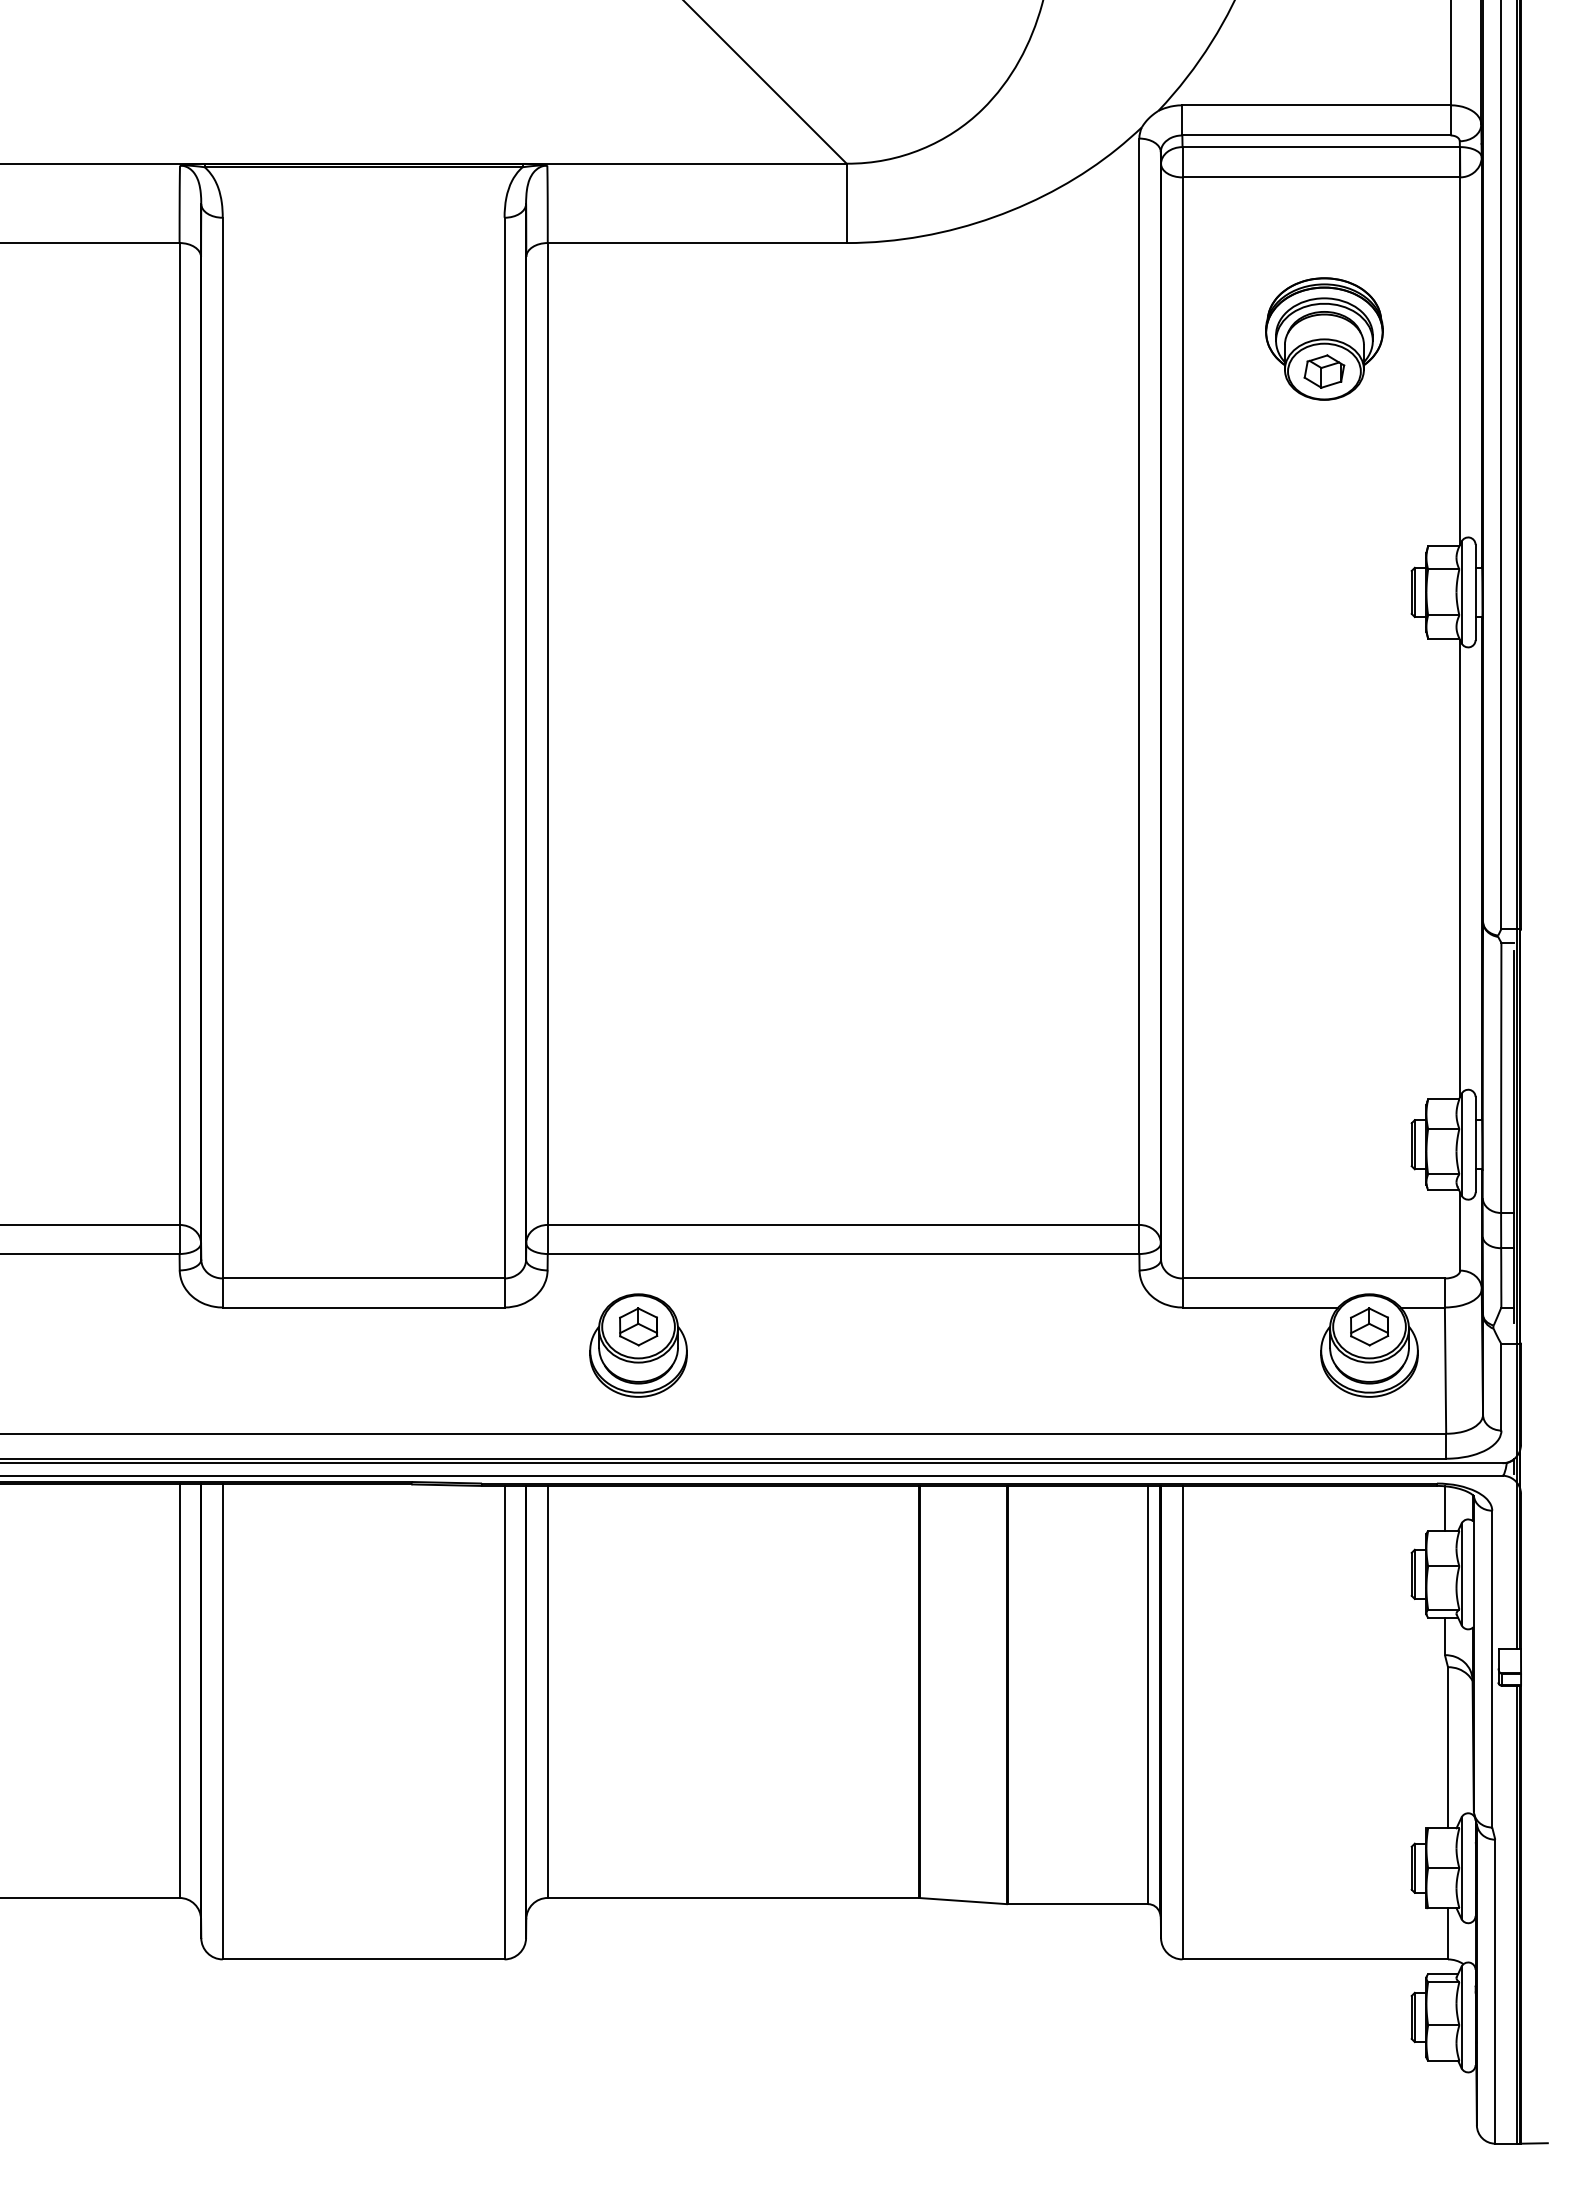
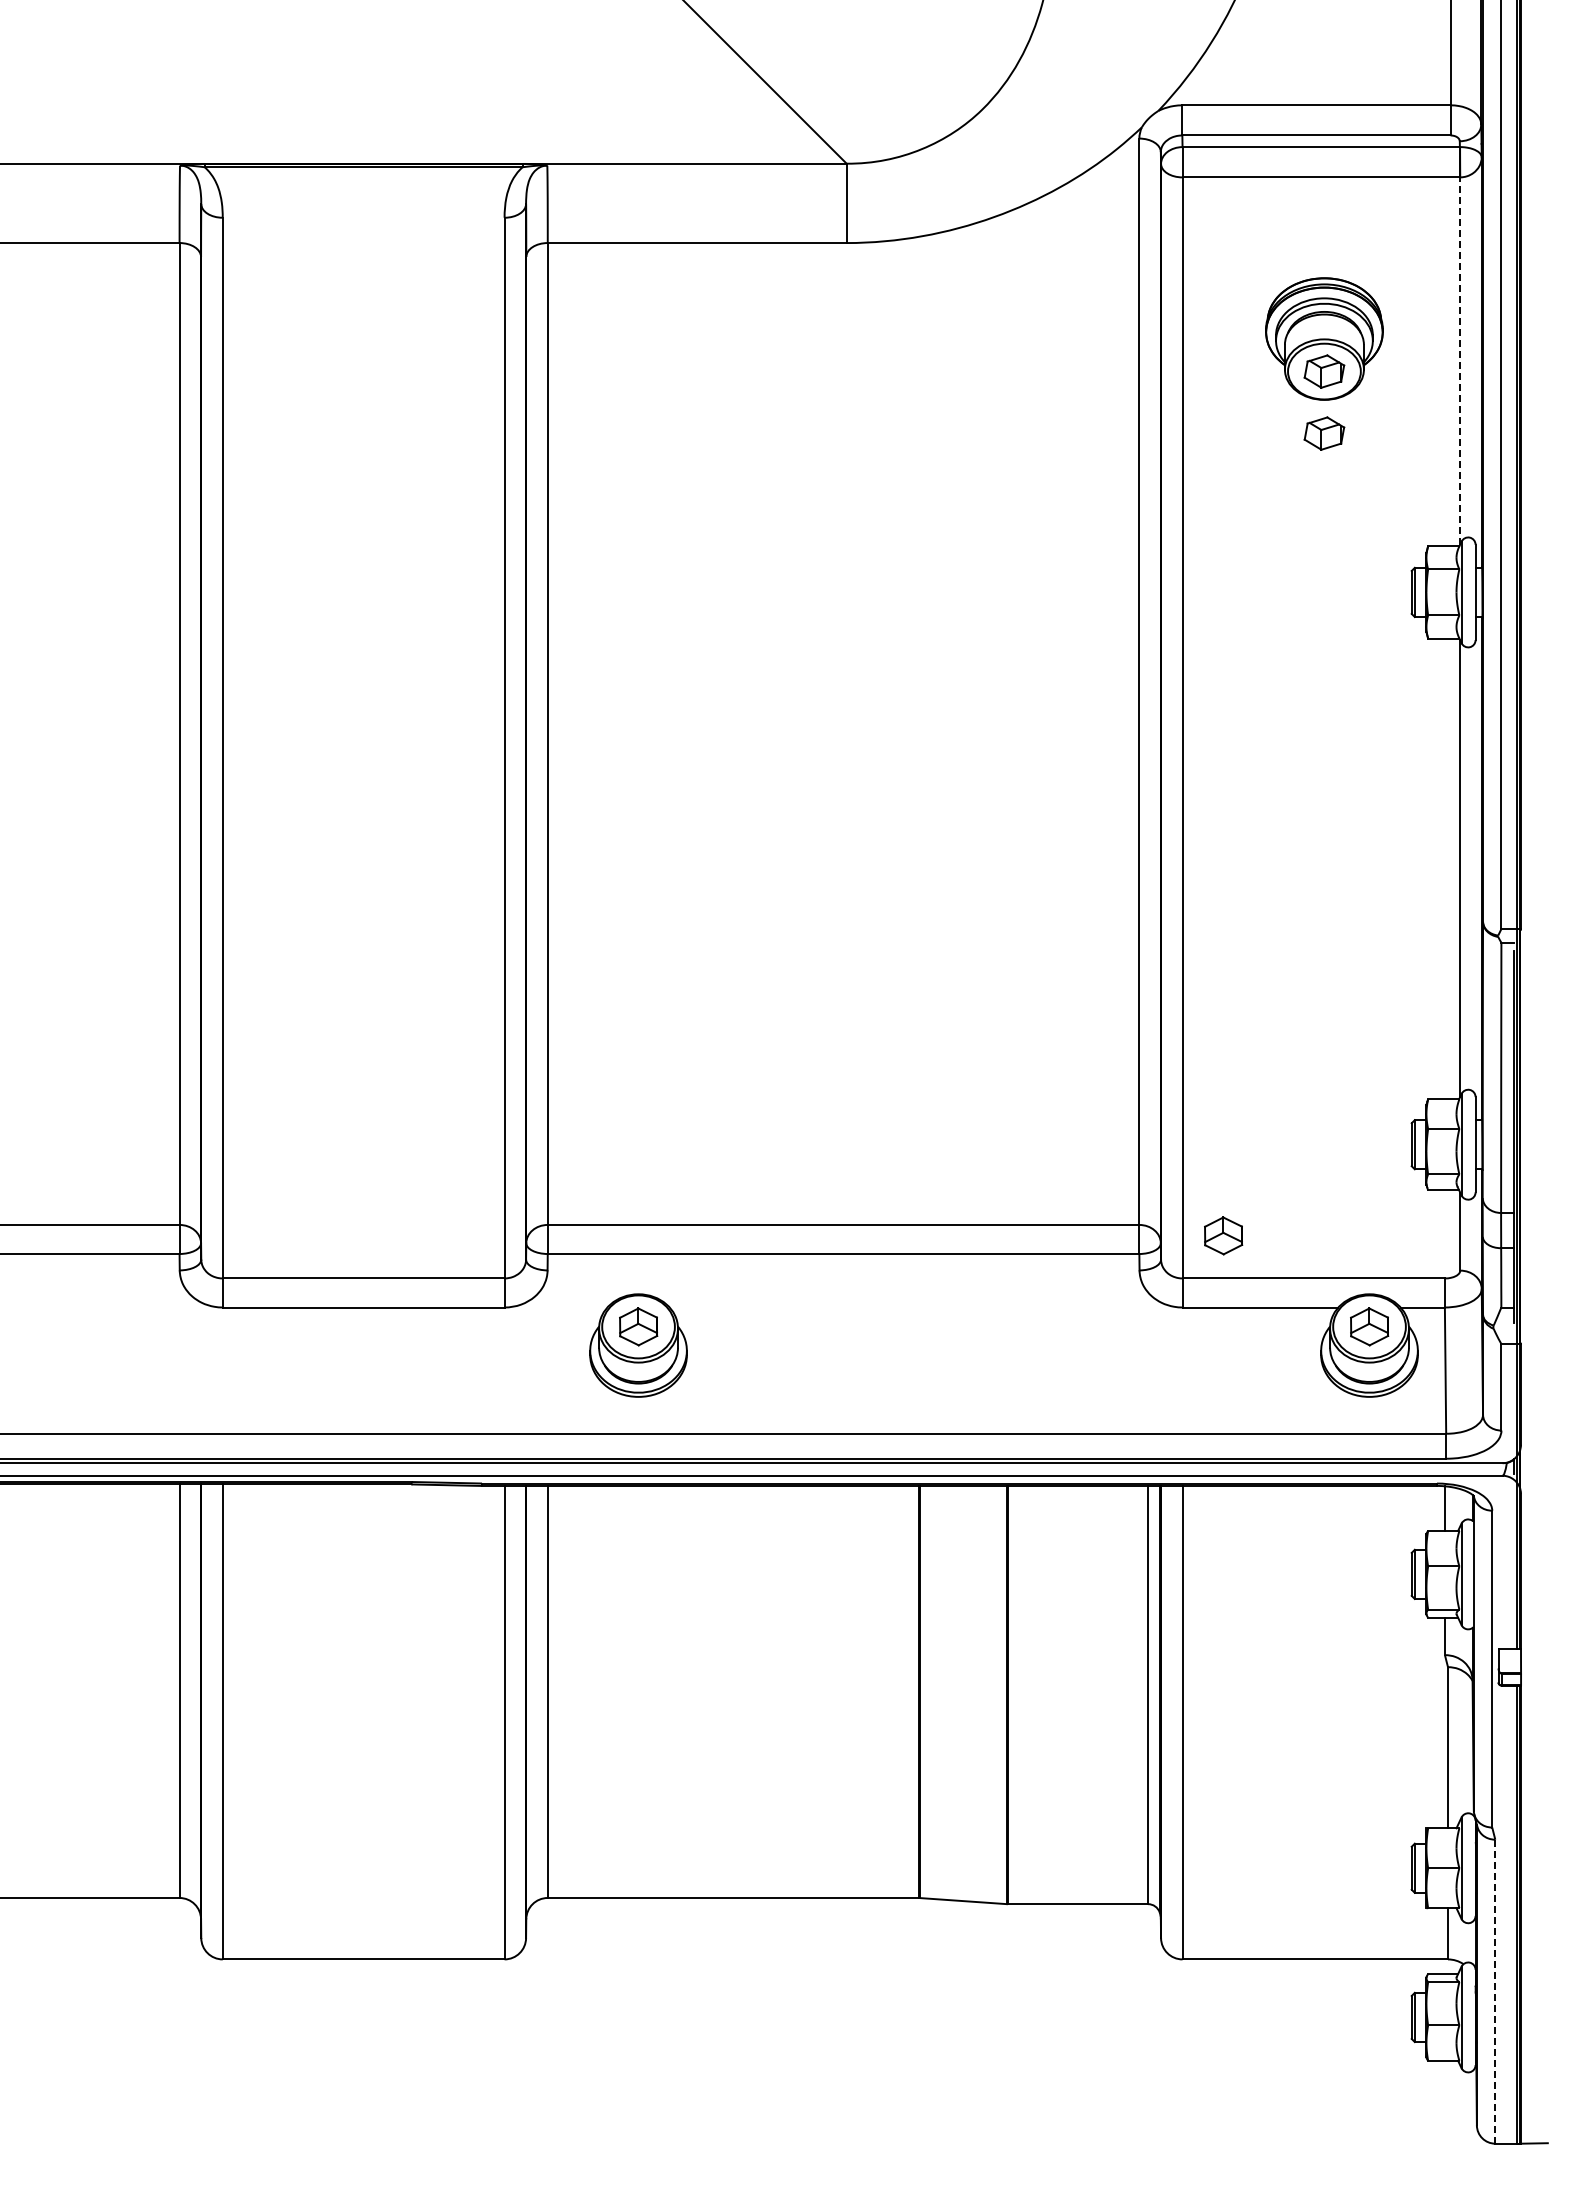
line at (1460, 360): solid -> dashed
part at (1324, 433): none -> present
part at (1223, 1235): none -> present
line at (1495, 1991): solid -> dashed
